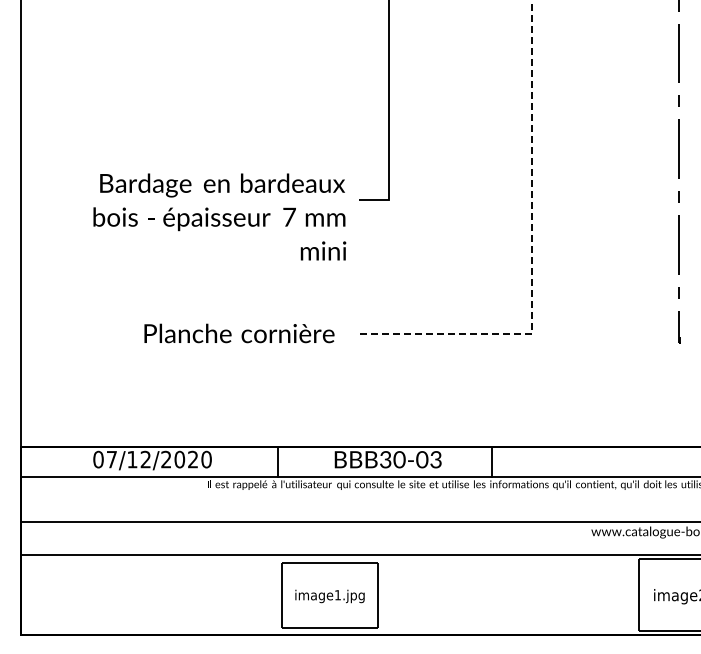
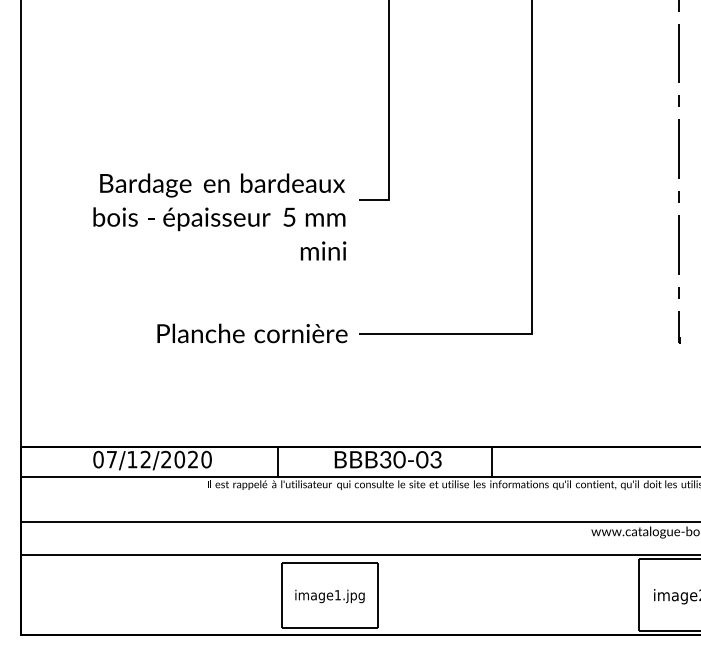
text at (289, 216): 7 -> 5
line at (532, 254): dashed -> solid
text at (239, 333) position: (239, 333) -> (252, 333)
